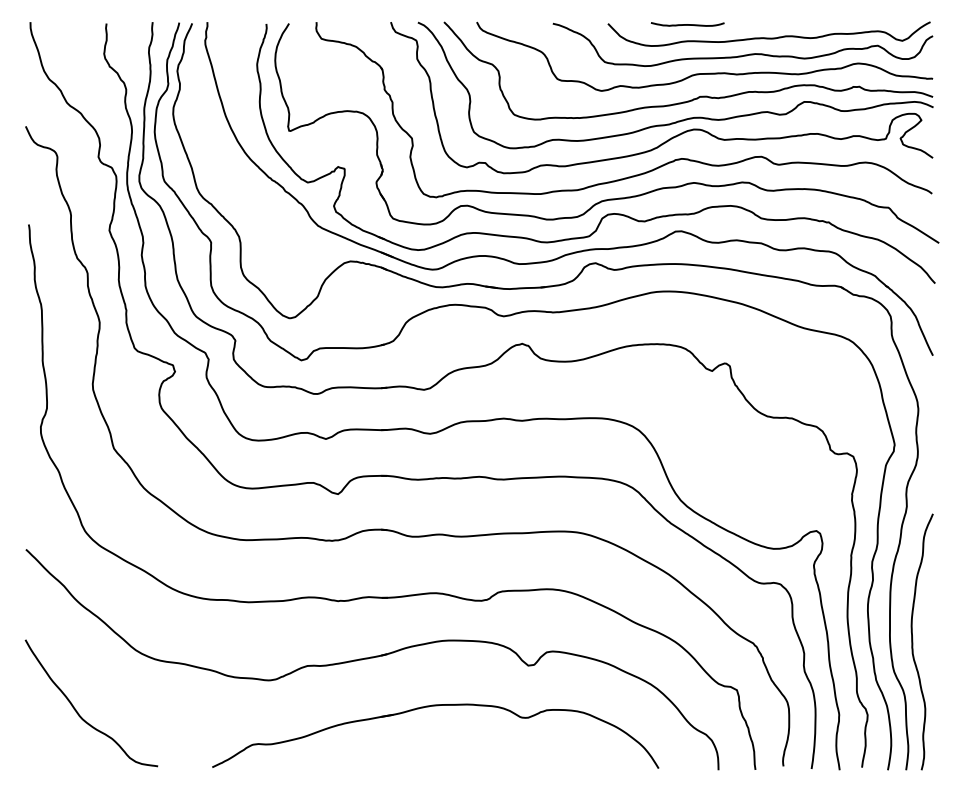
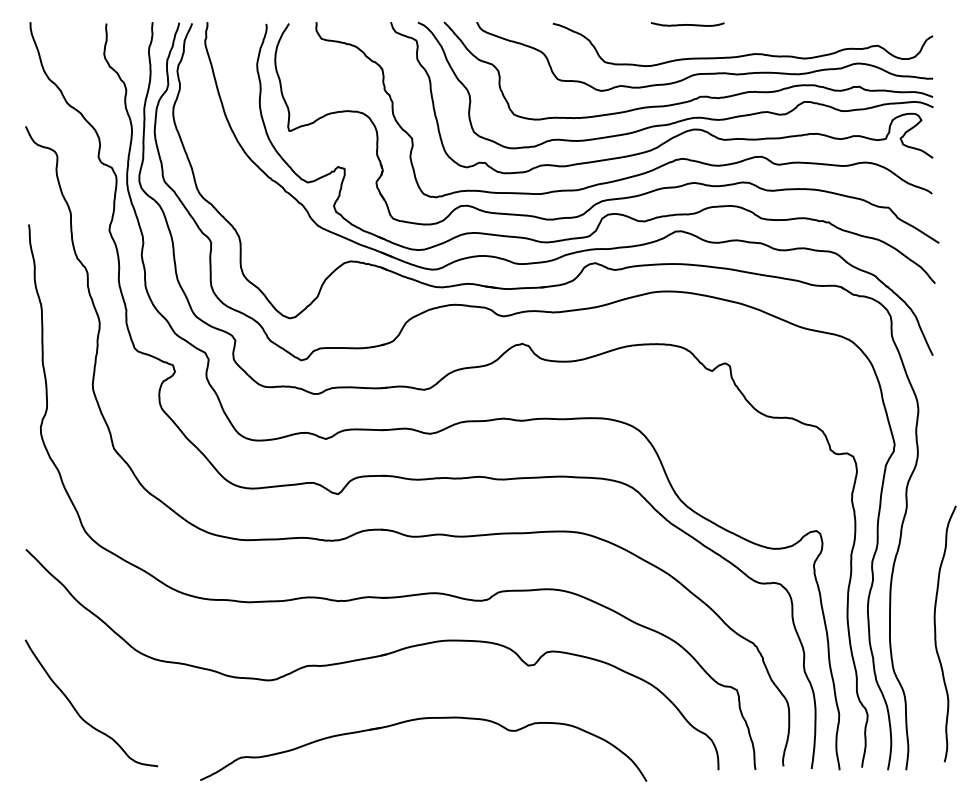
curve at (768, 37): present -> none
curve at (913, 641) position: (913, 641) -> (936, 633)
part at (429, 707) position: (429, 707) -> (417, 720)
